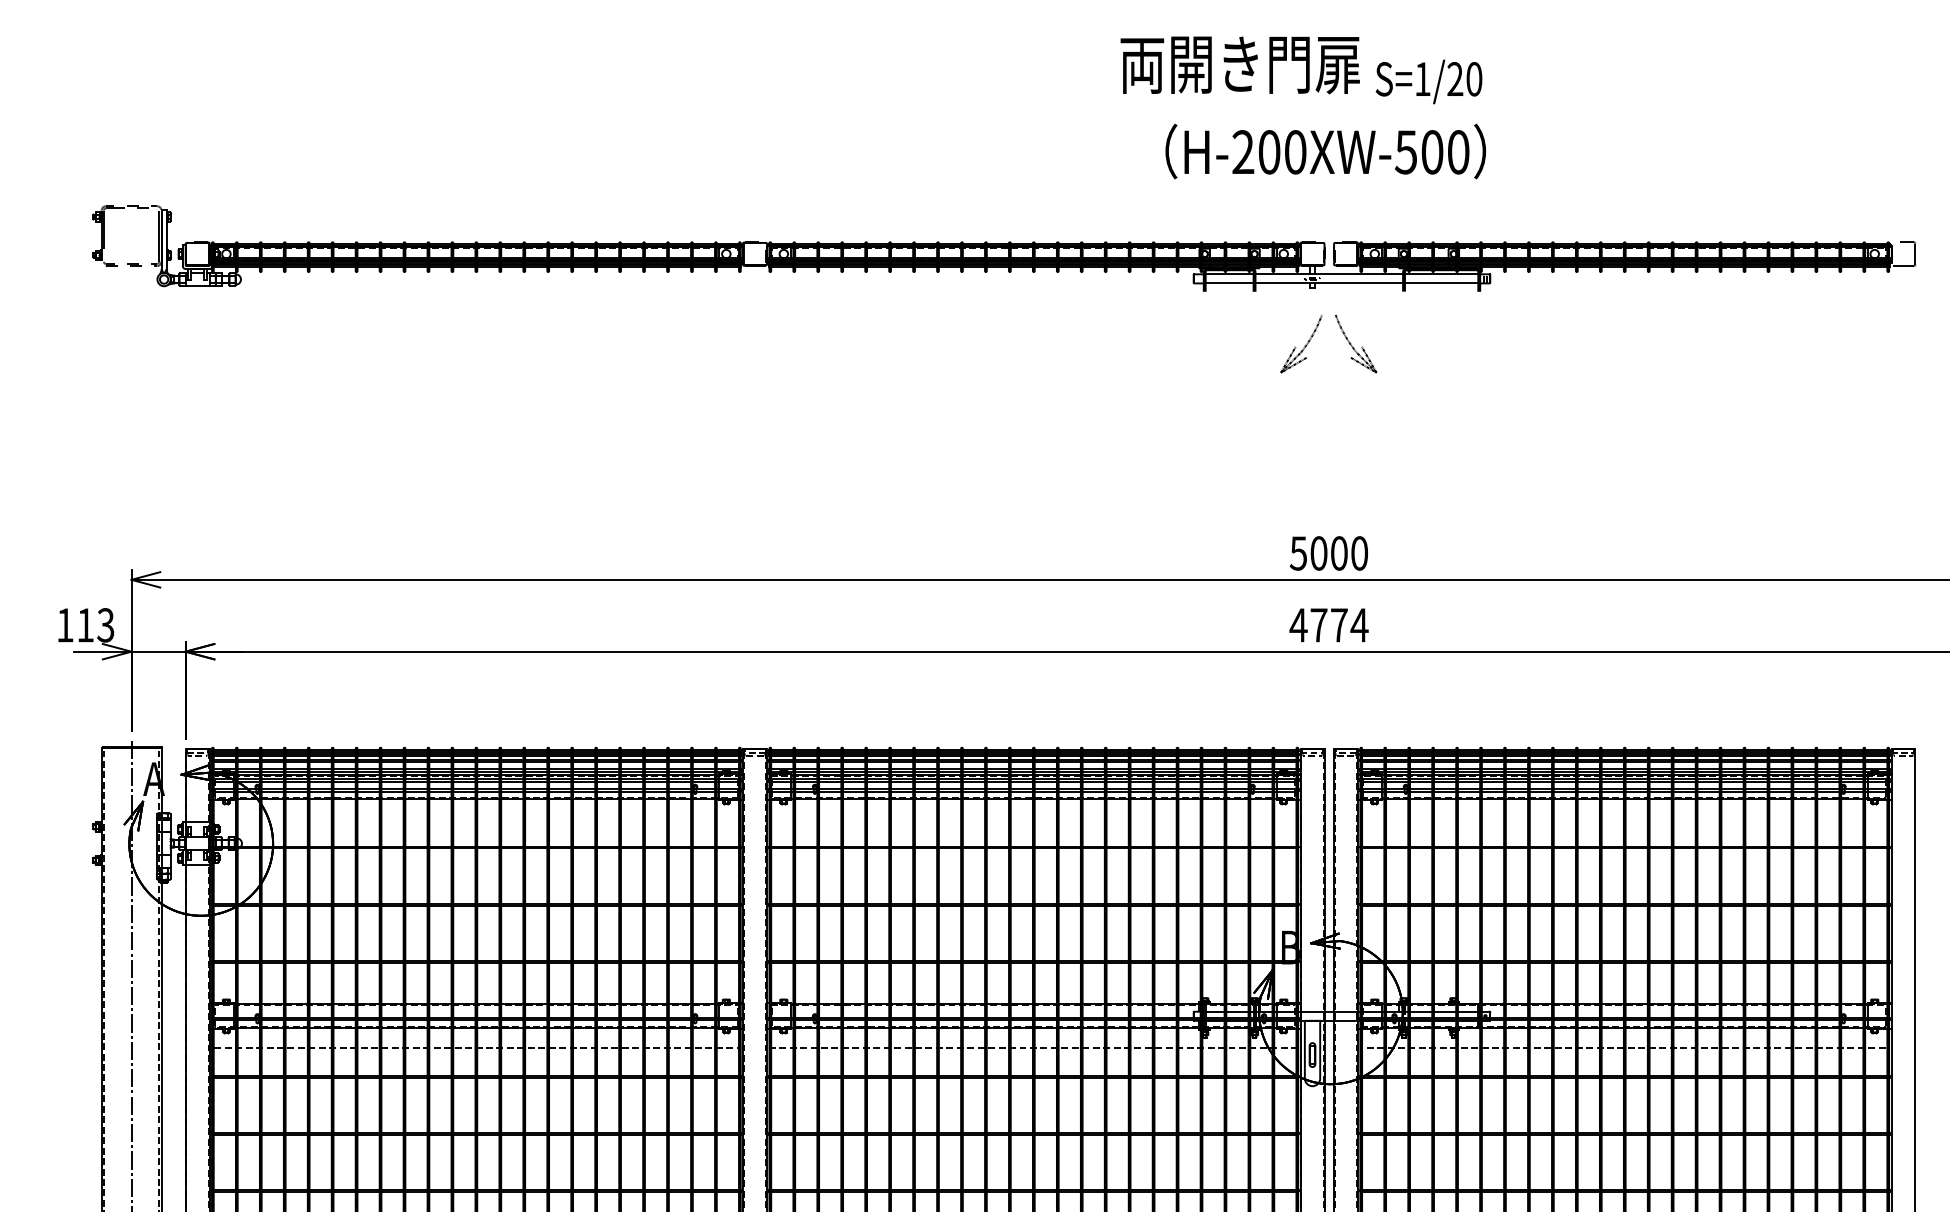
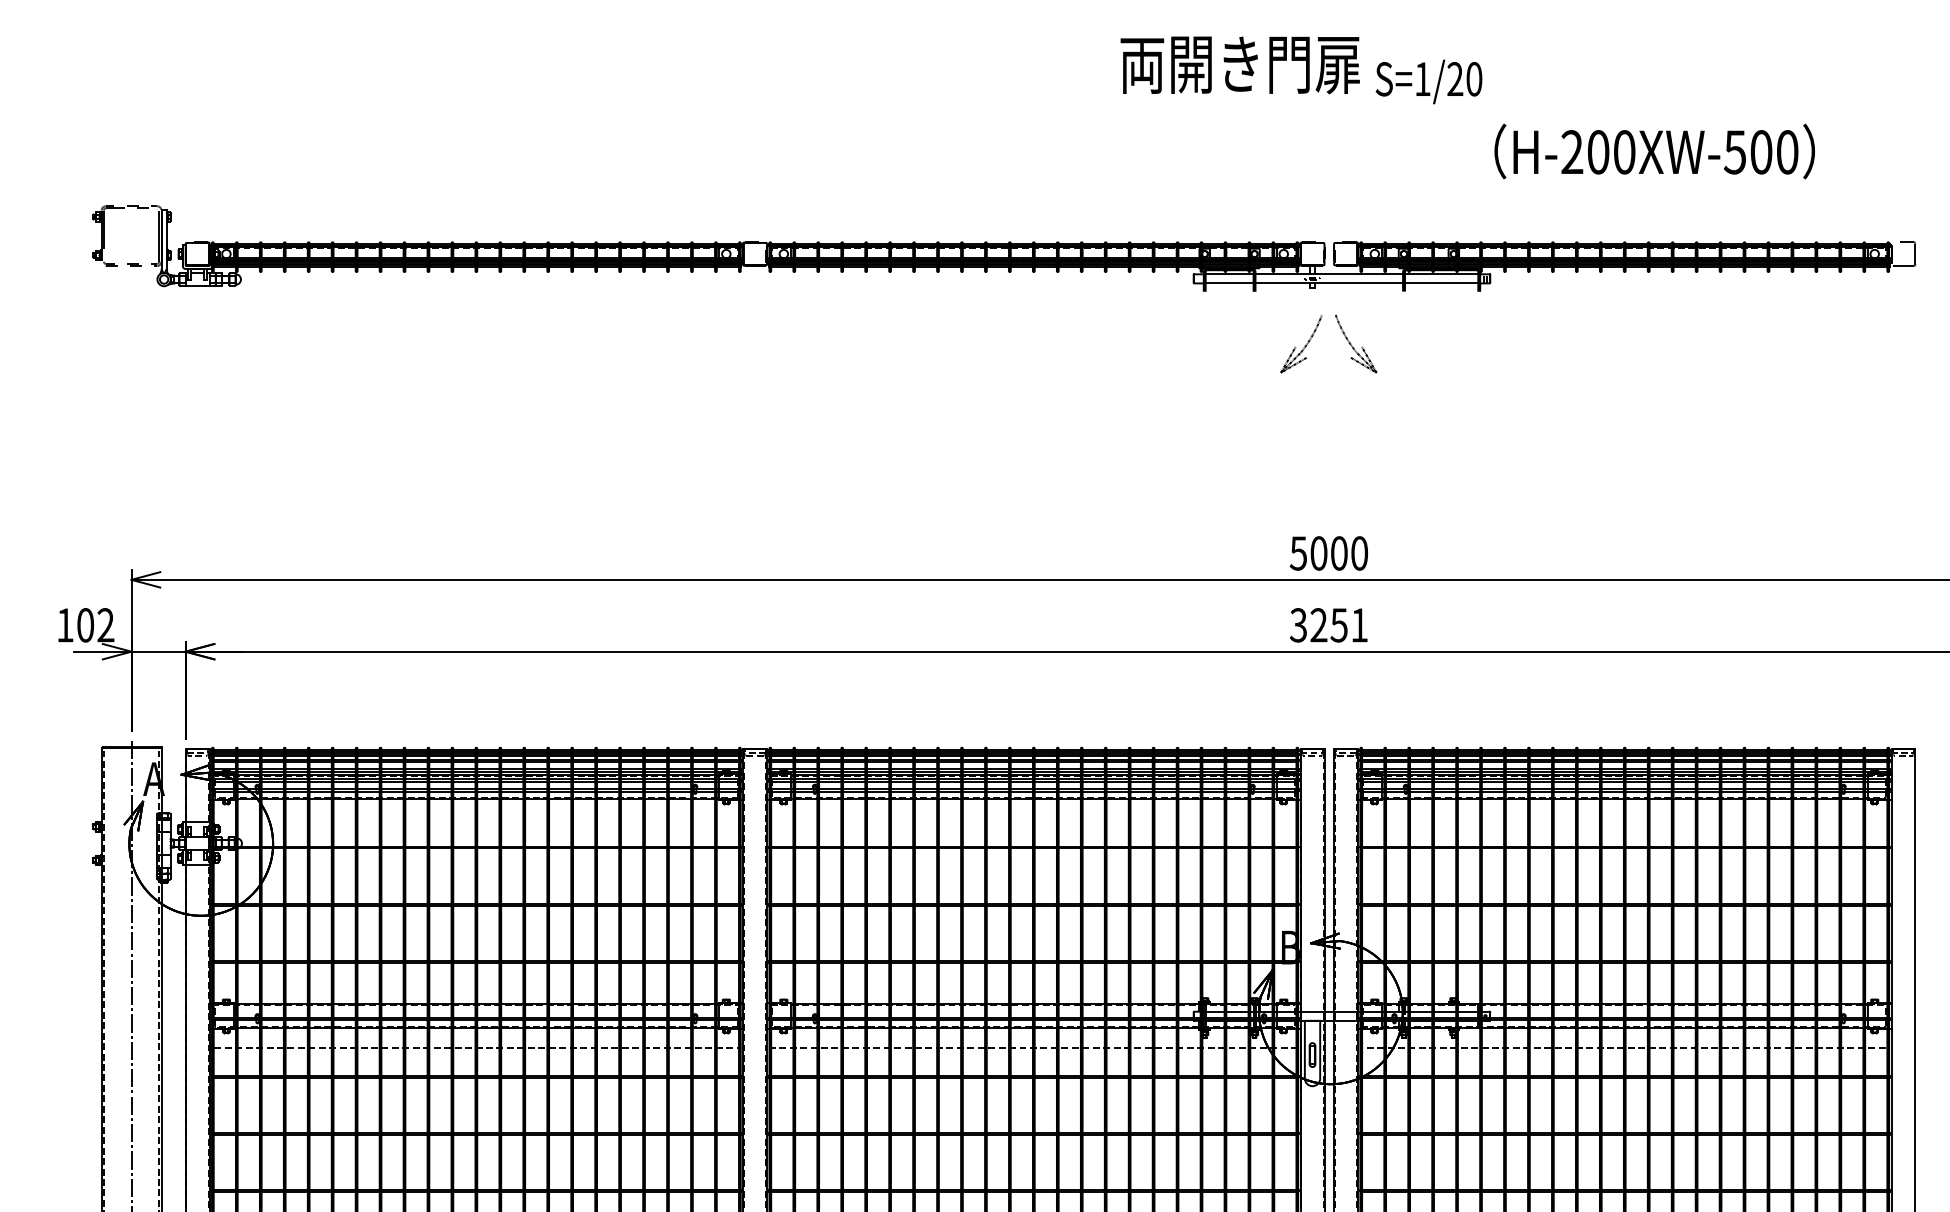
text at (1325, 151) position: (1325, 151) -> (1654, 151)
text at (95, 625): 113 -> 102
text at (1328, 625): 4774 -> 3251
